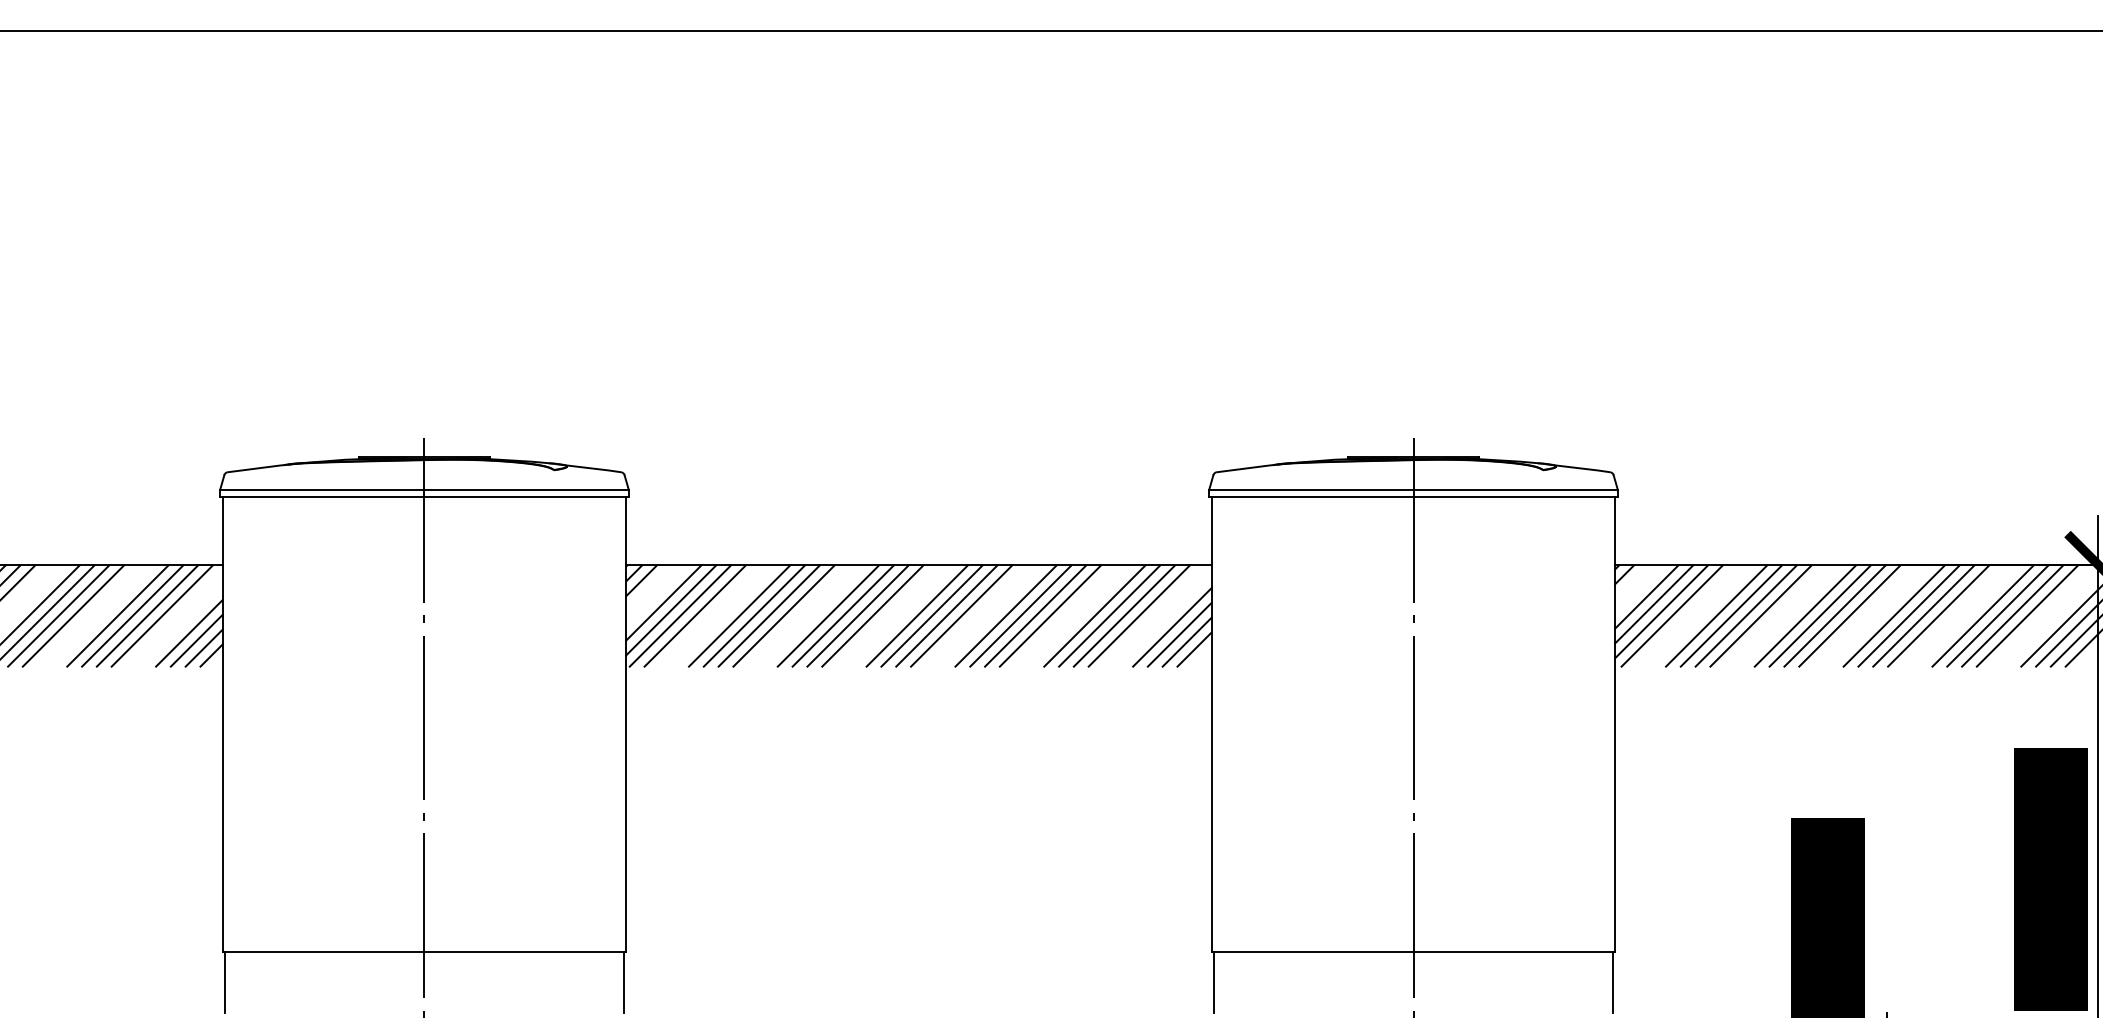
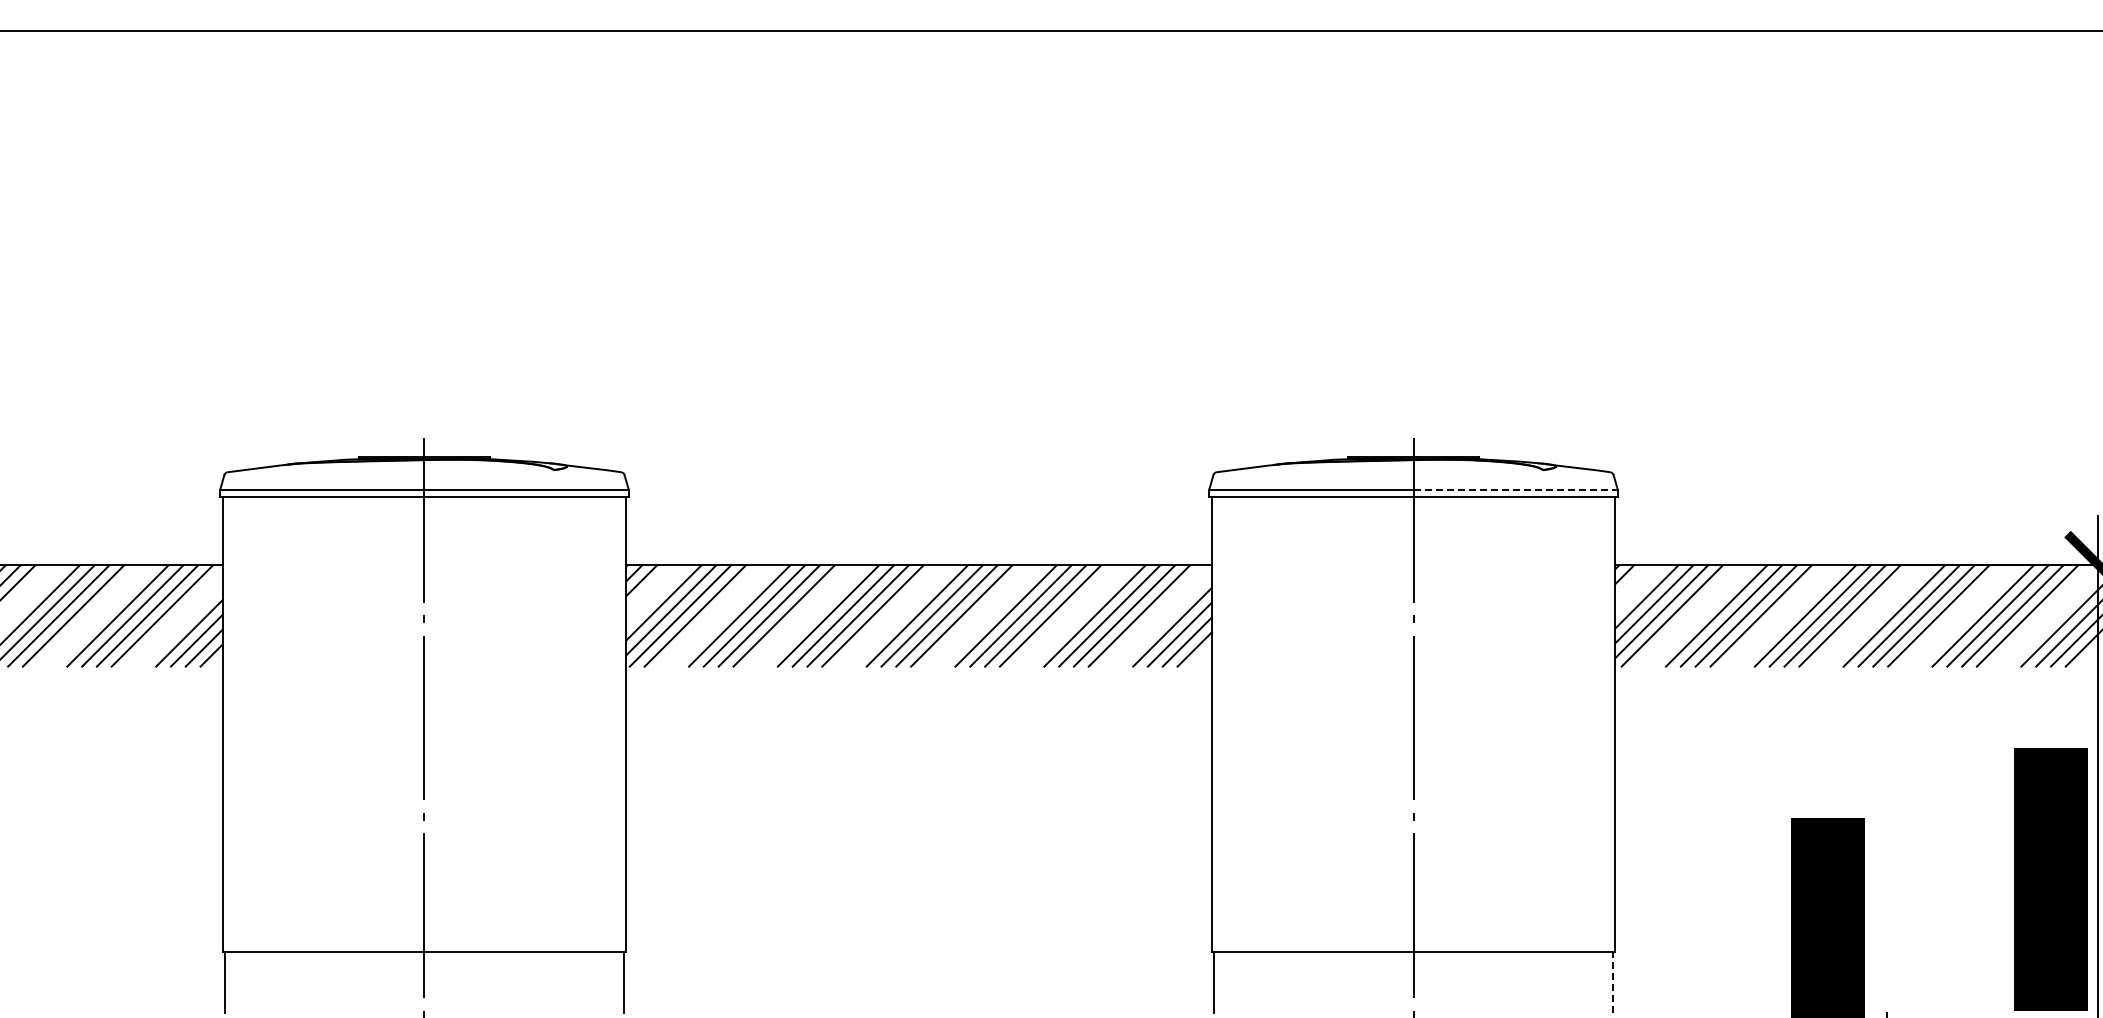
line at (1516, 490): solid -> dashed
line at (1612, 981): solid -> dashed
